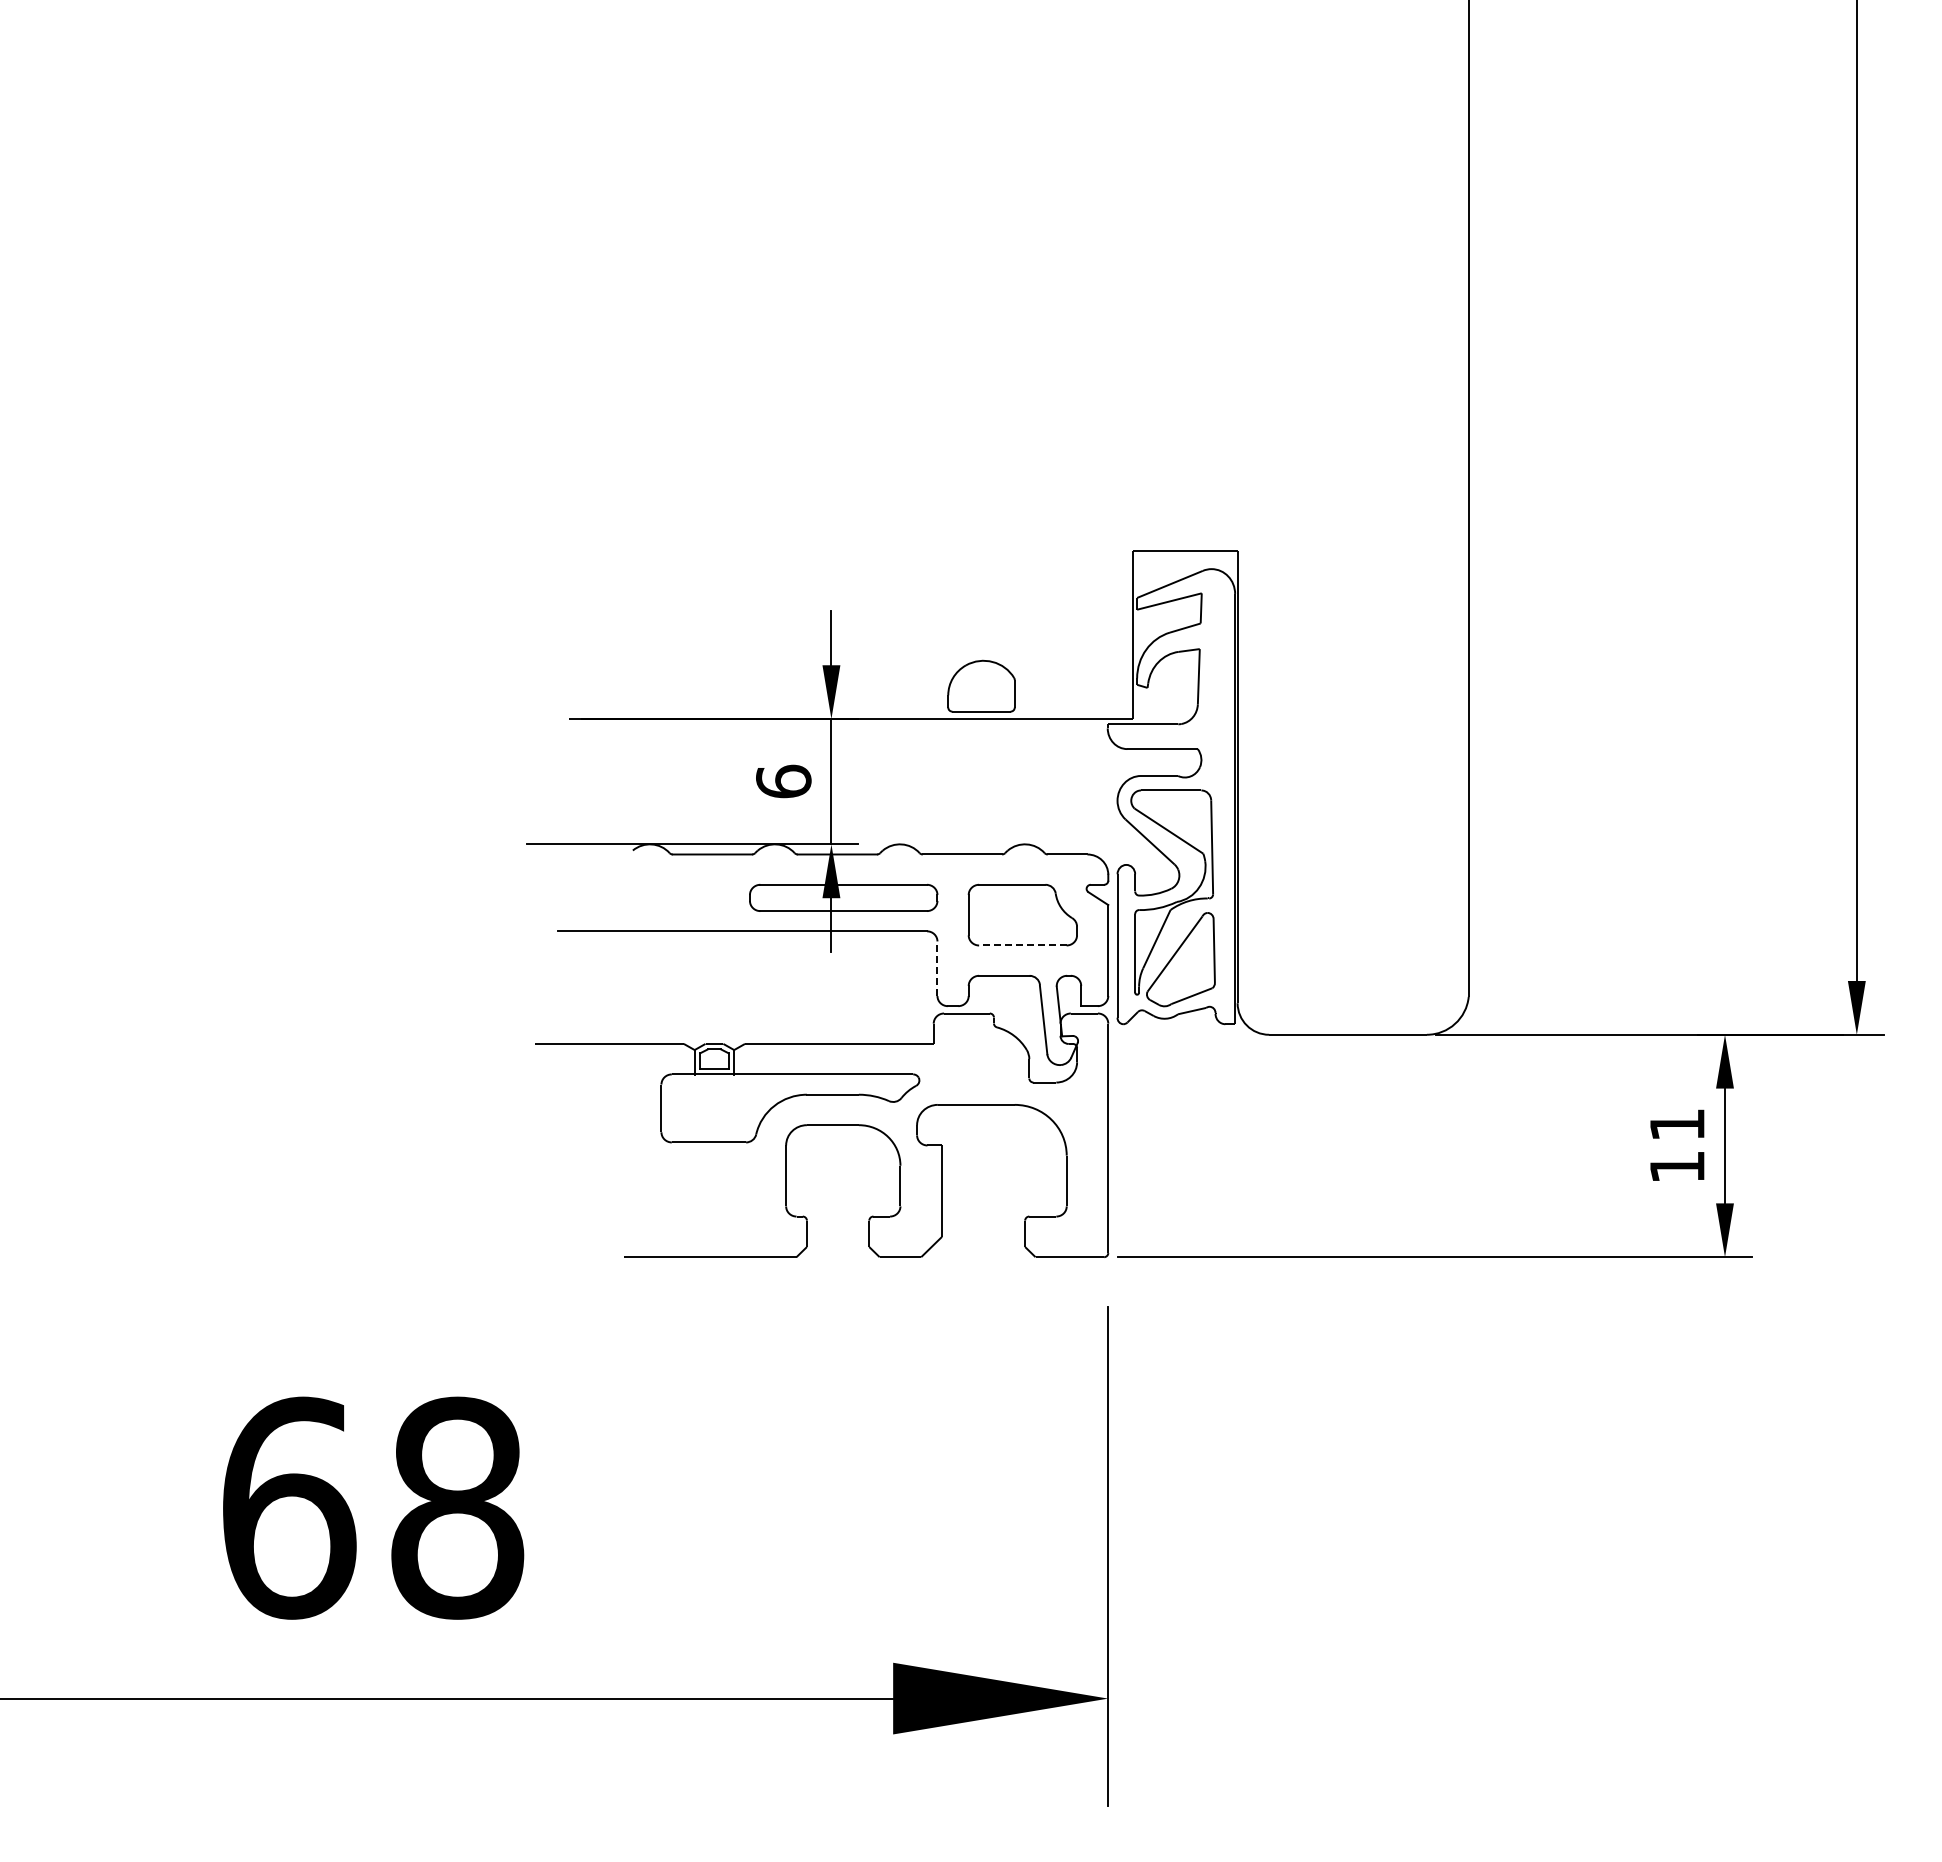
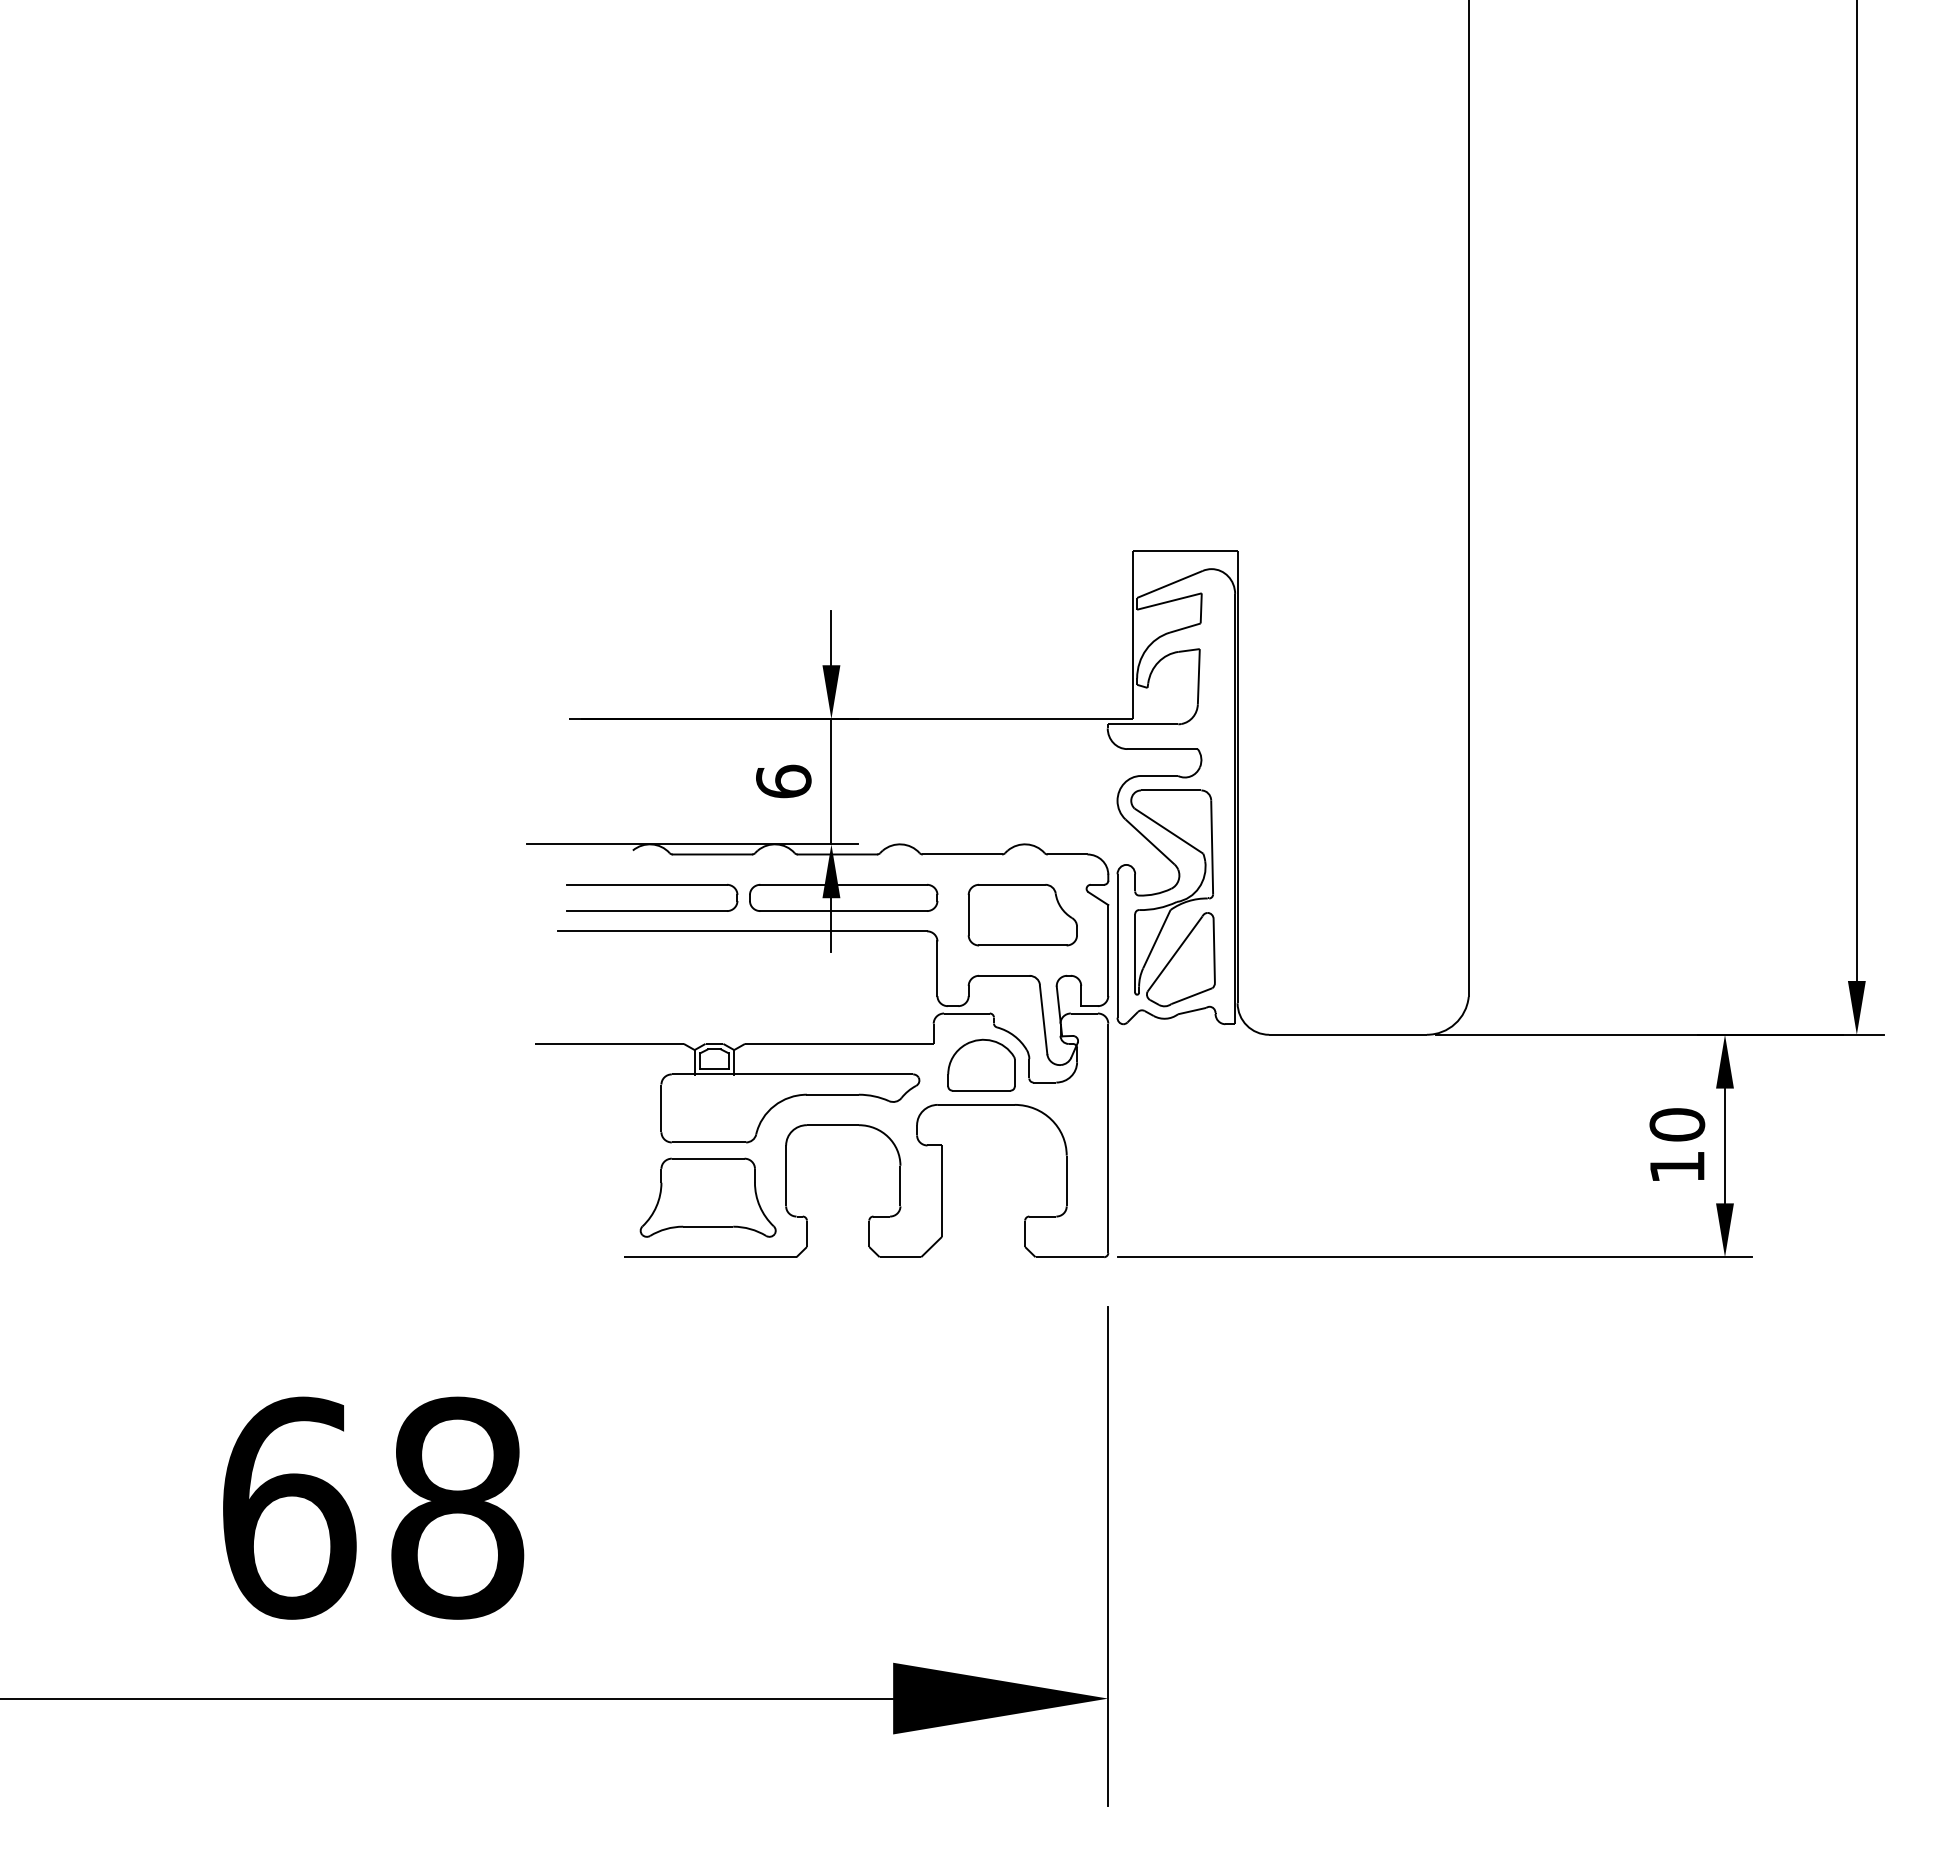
part at (981, 685) position: (981, 685) -> (981, 1064)
part at (652, 885): none -> present
line at (1022, 945): dashed -> solid
line at (937, 968): dashed -> solid
text at (1677, 1124): 11 -> 10
part at (707, 1197): none -> present
